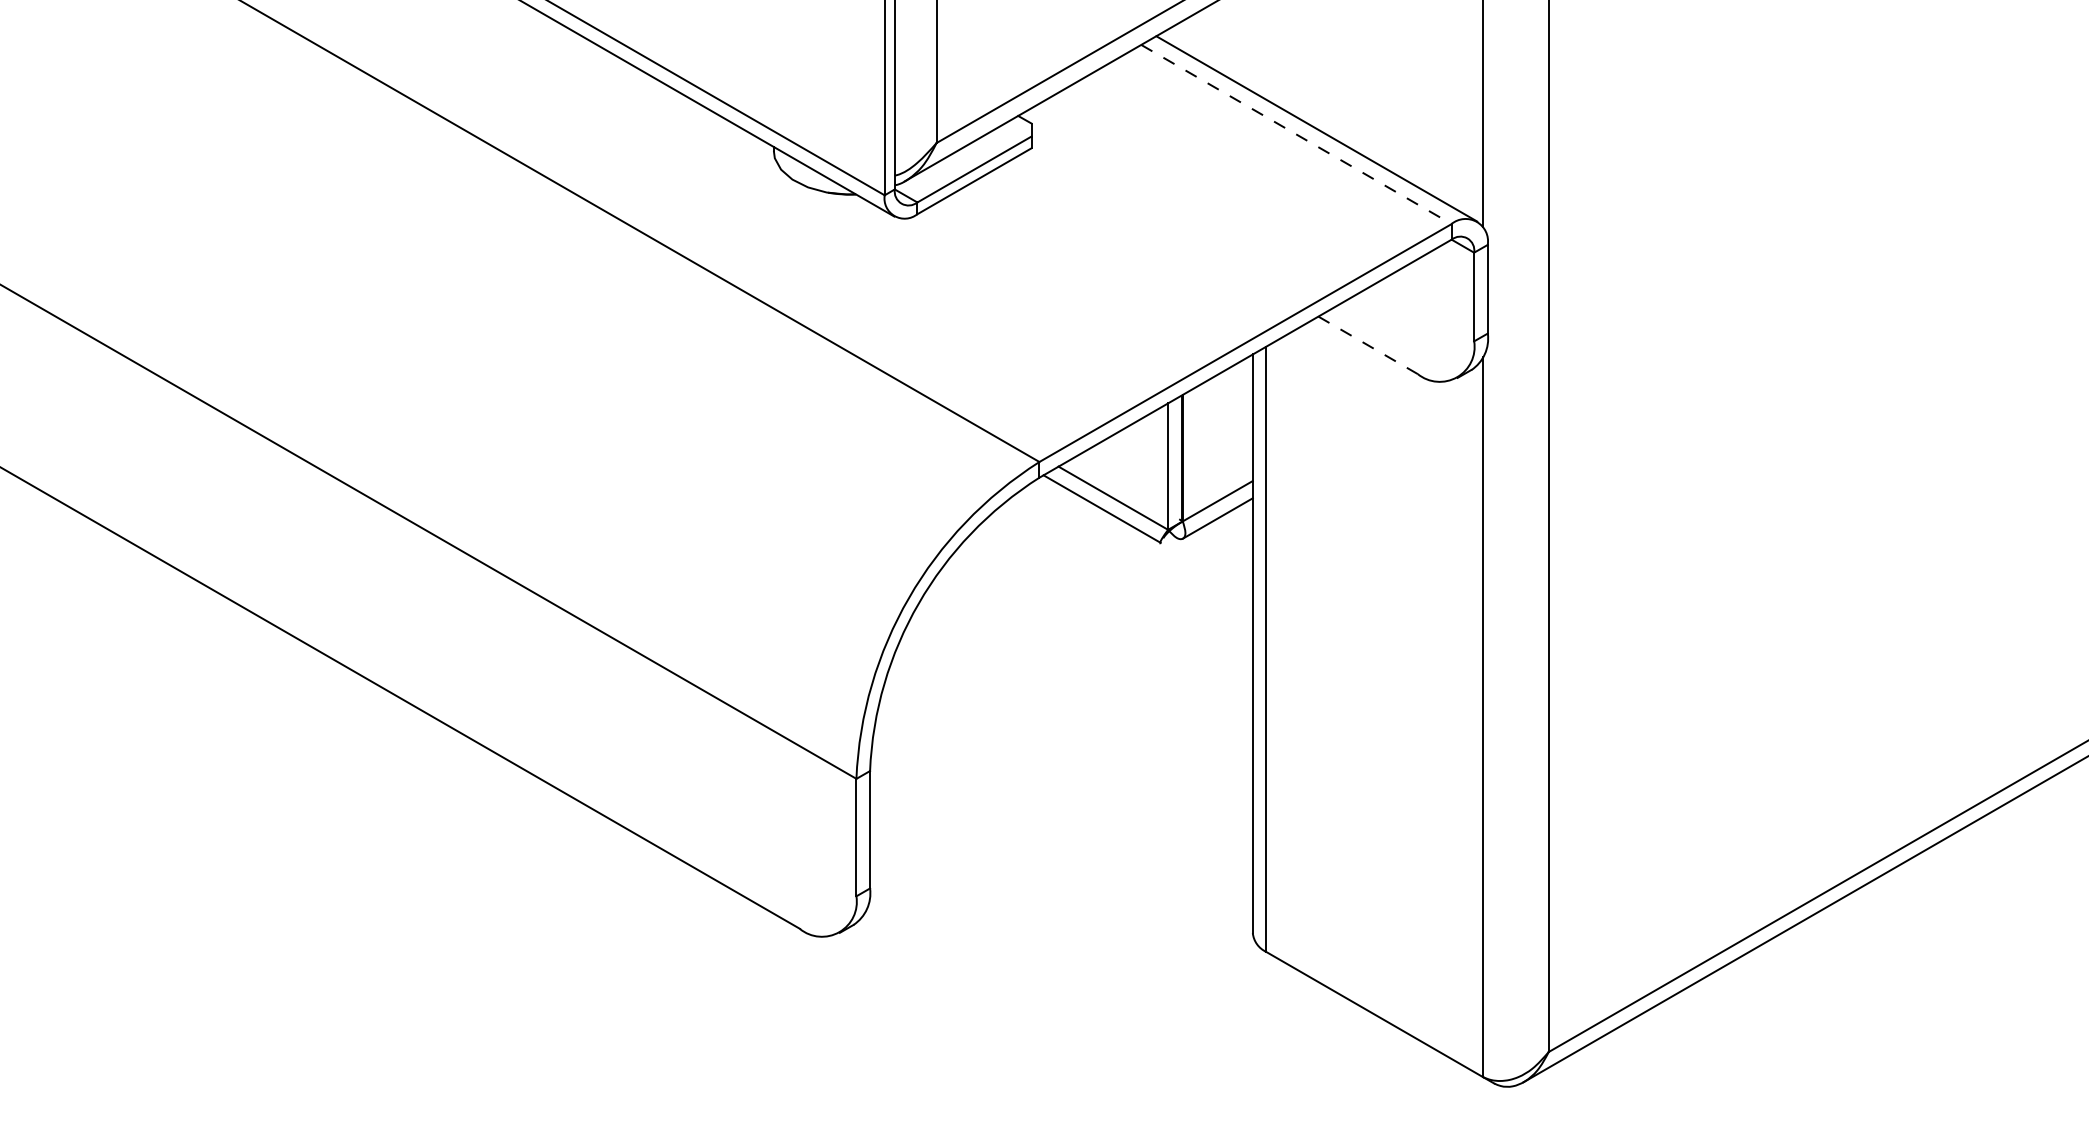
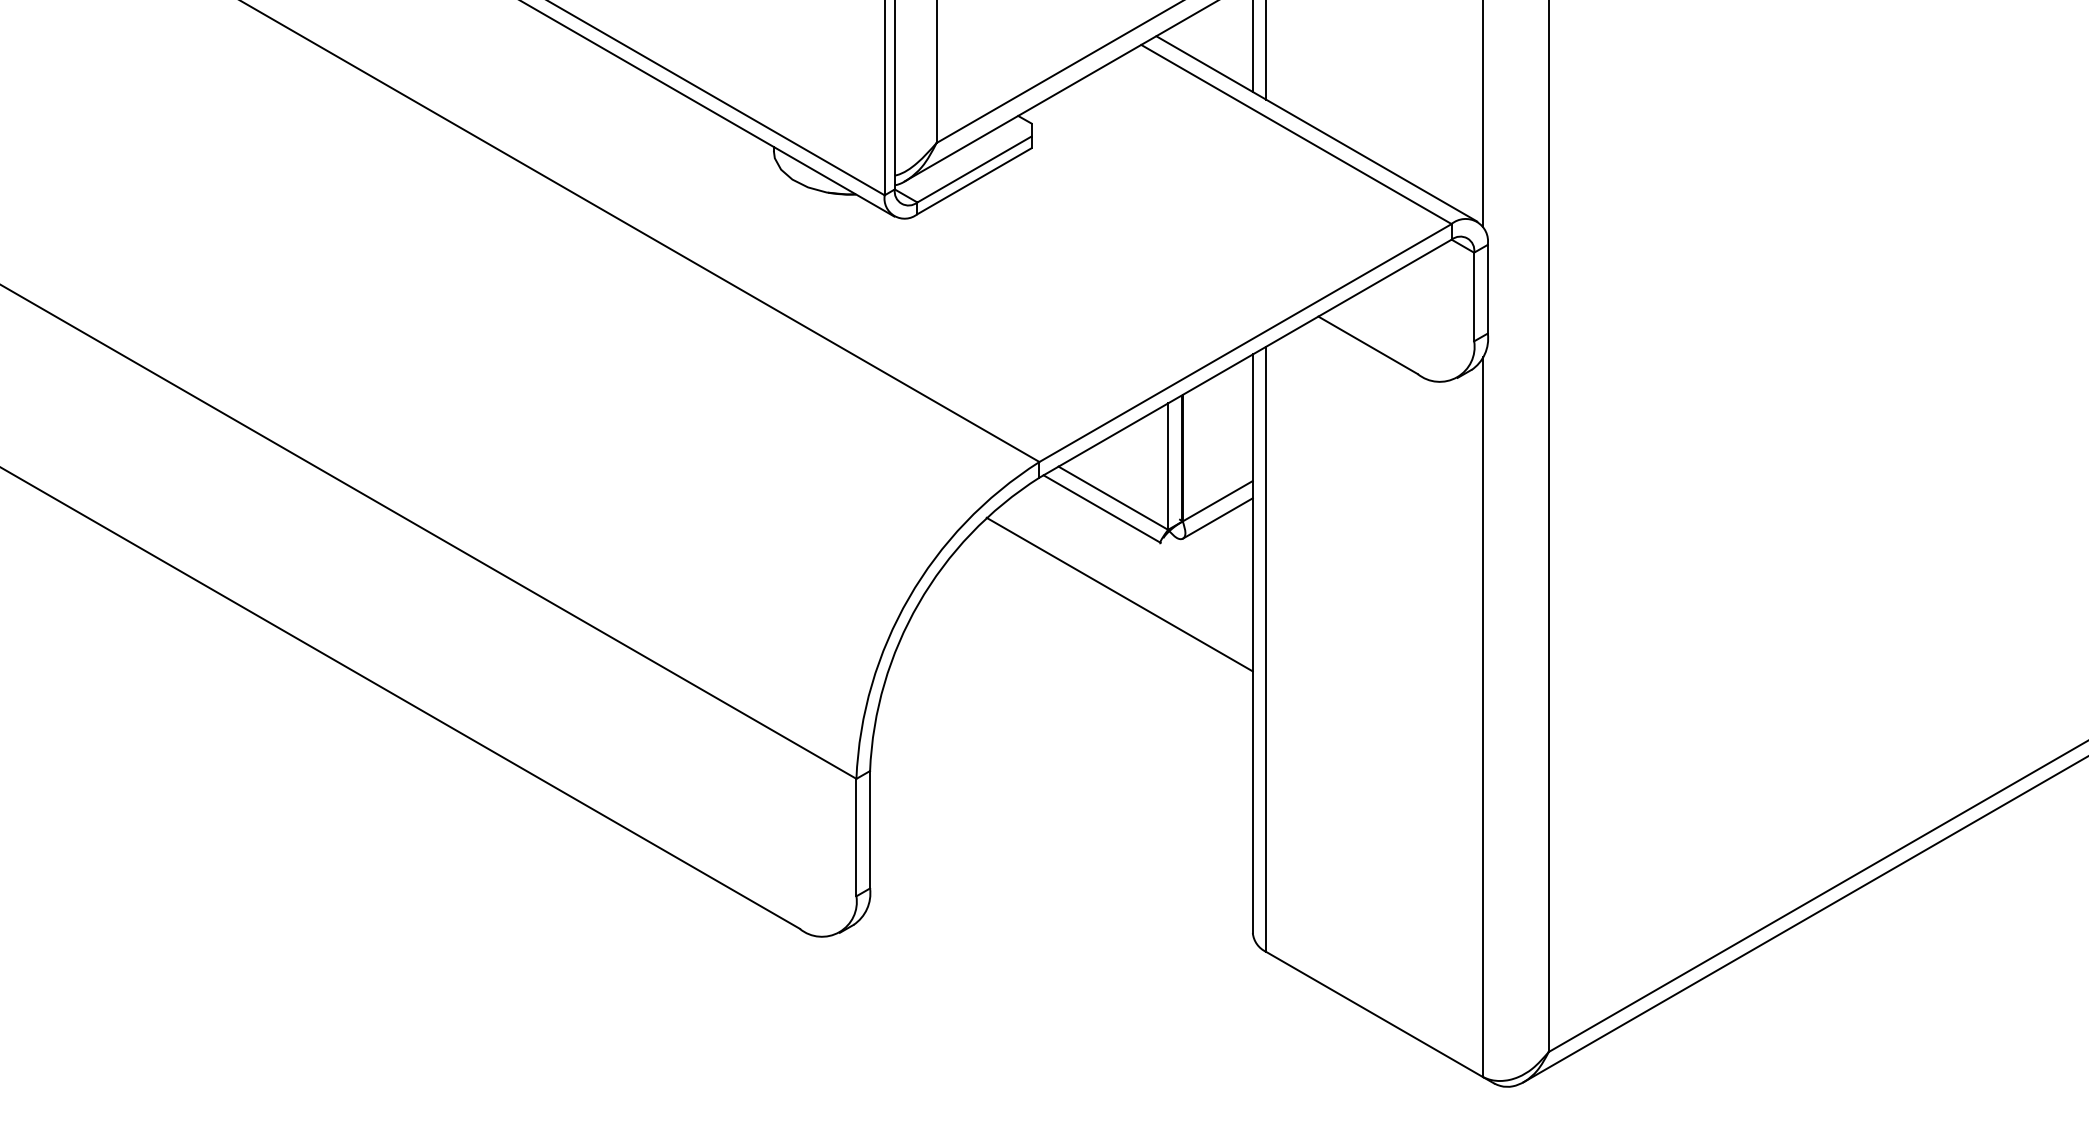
line at (1252, 46): none -> present
line at (1266, 50): none -> present
line at (1296, 134): dashed -> solid
line at (1368, 345): dashed -> solid
line at (1119, 594): none -> present
